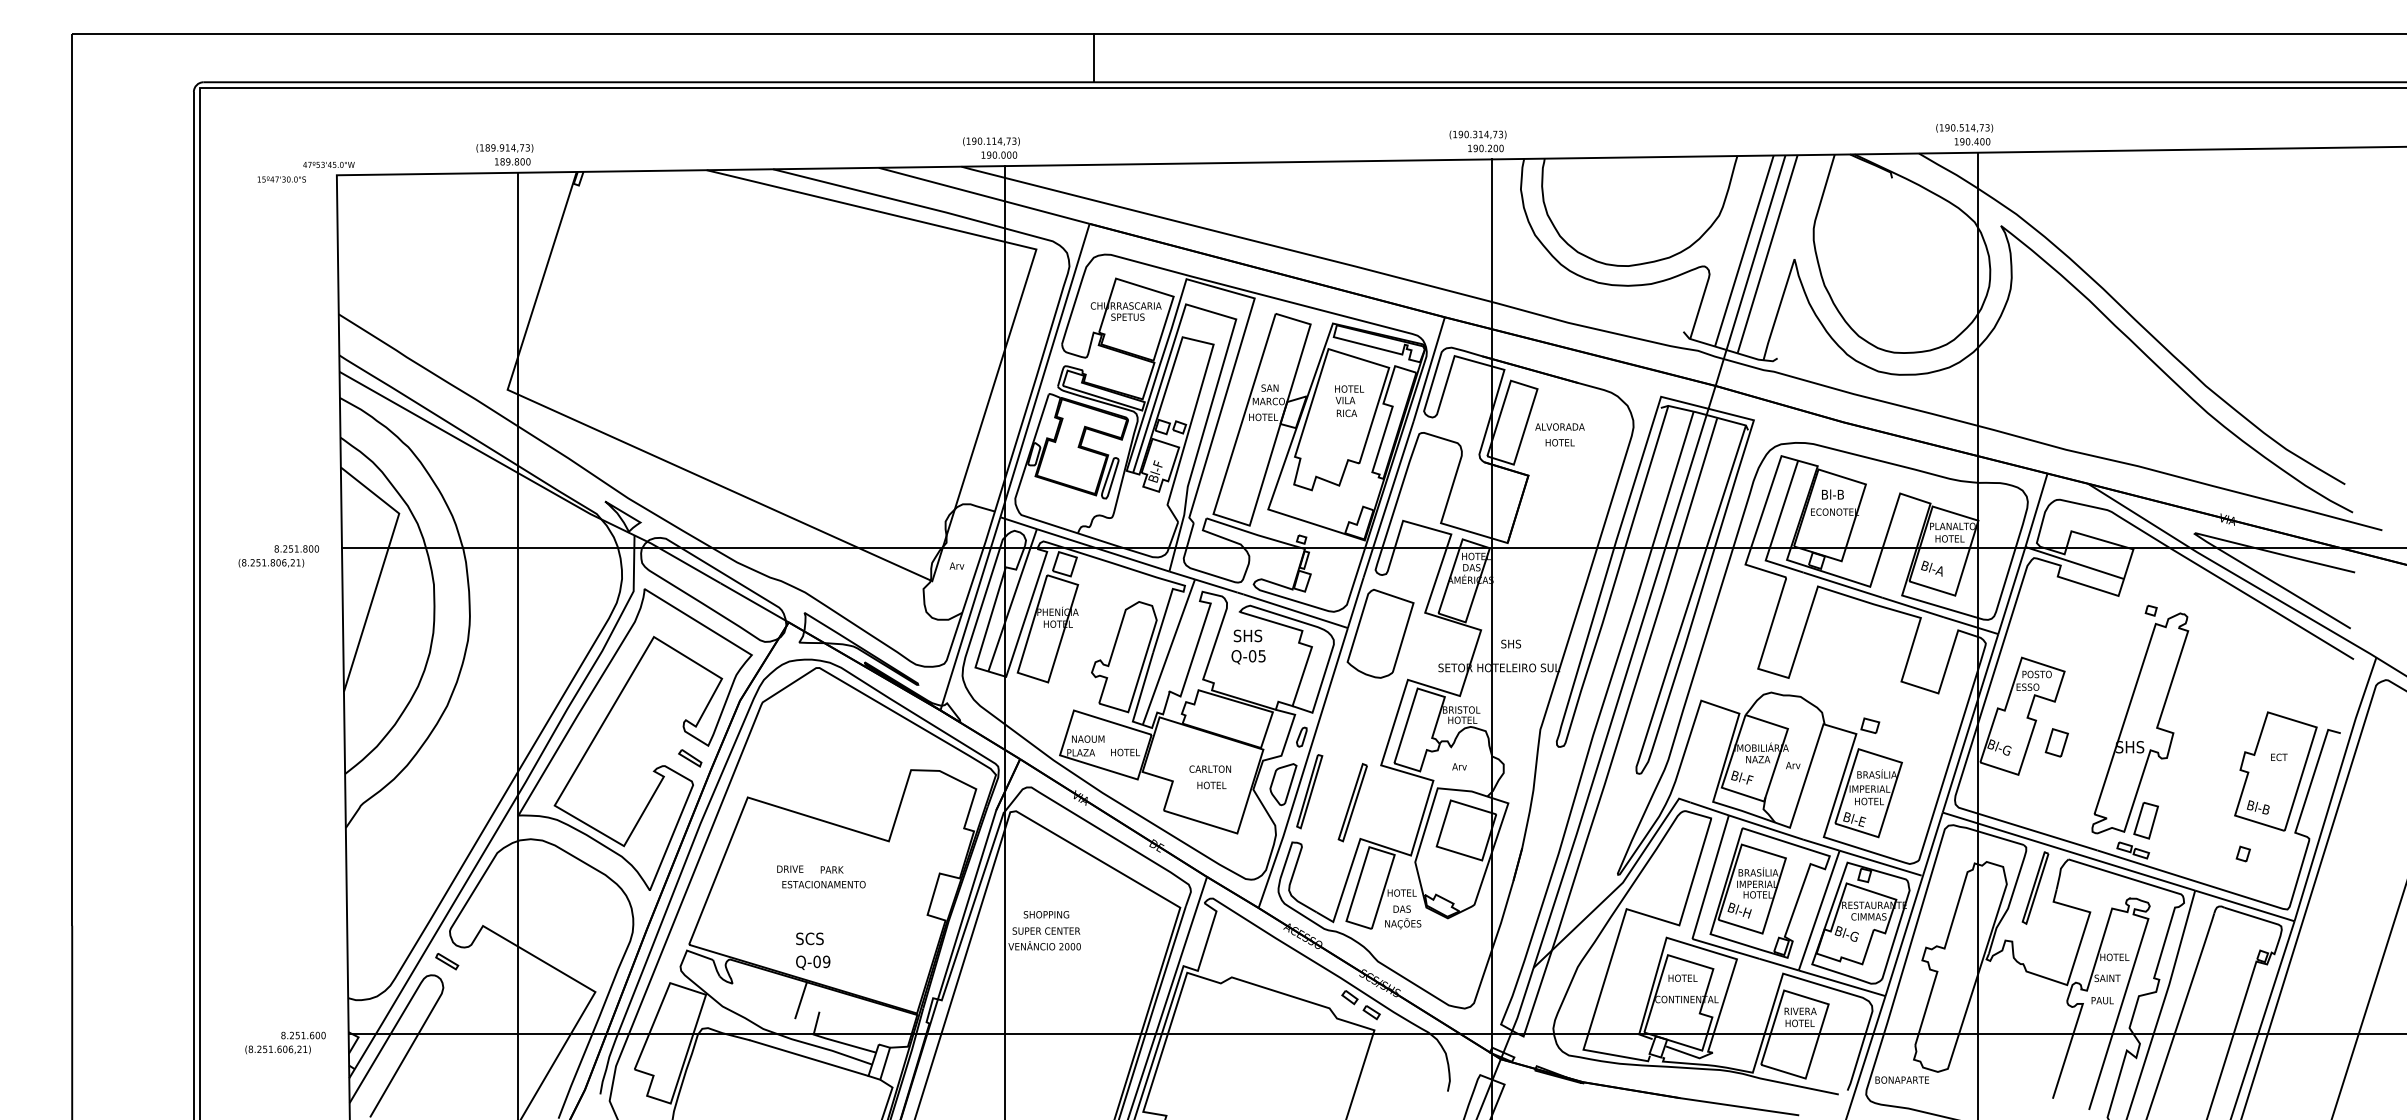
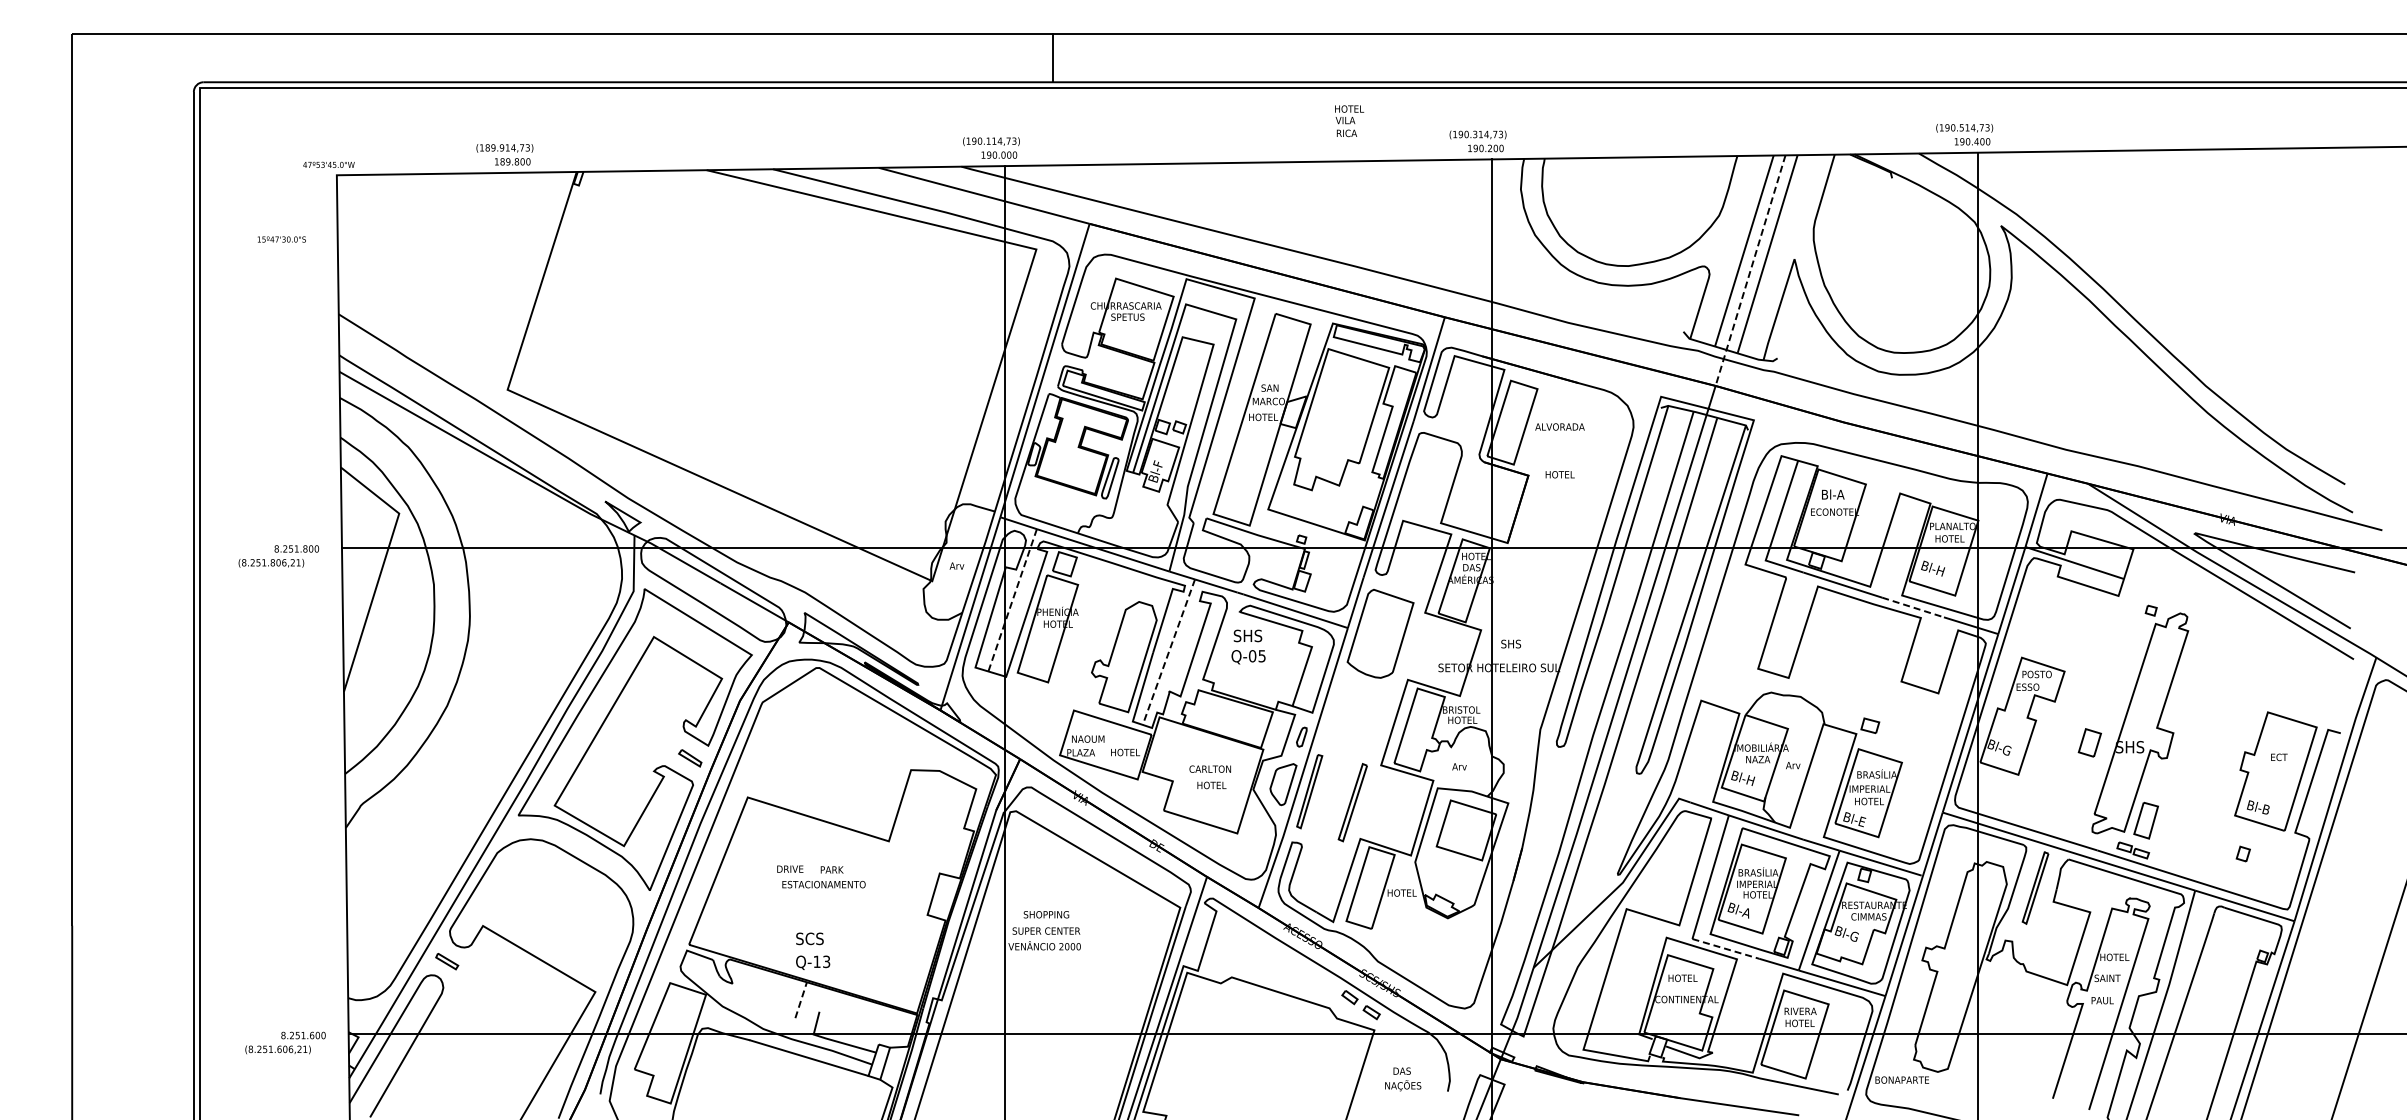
line at (1094, 57) position: (1094, 57) -> (1053, 57)
text at (281, 179) position: (281, 179) -> (281, 239)
line at (1750, 271): solid -> dashed
text at (1349, 401) position: (1349, 401) -> (1349, 121)
text at (1559, 442) position: (1559, 442) -> (1559, 474)
text at (1840, 494): Bl-B -> Bl-A
text at (1940, 570): Bl-A -> Bl-H
line at (1012, 600): solid -> dashed
line at (1913, 607): solid -> dashed
line at (518, 644): present -> none
line at (1168, 652): solid -> dashed
part at (2056, 742) position: (2056, 742) -> (2089, 742)
text at (1752, 780): Bl-F -> Bl-H
text at (1746, 912): Bl-H -> Bl-A
text at (1403, 917) position: (1403, 917) -> (1403, 1079)
line at (1725, 948): solid -> dashed
text at (821, 961): Q-09 -> Q-13
line at (801, 1000): solid -> dashed
